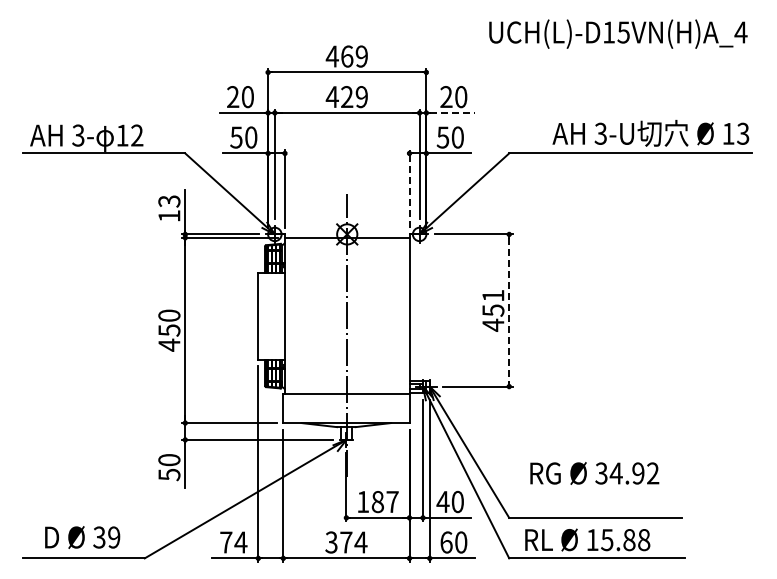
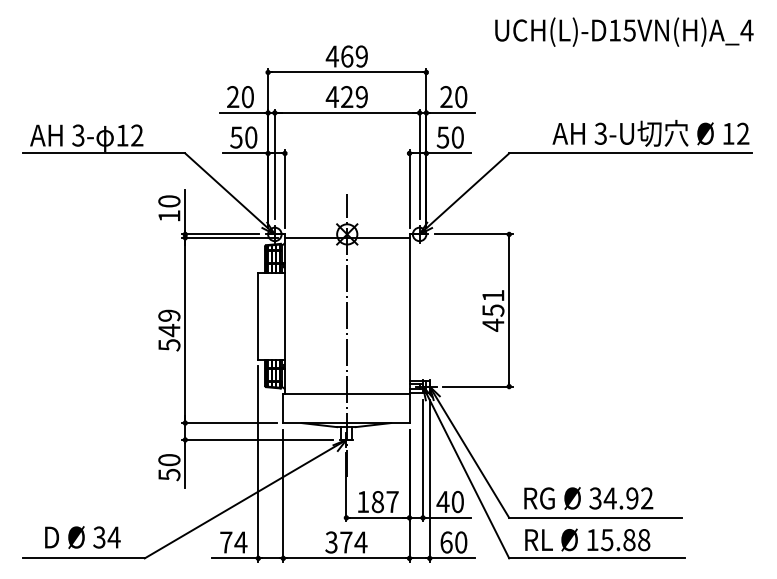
text at (618, 33) position: (618, 33) -> (624, 31)
line at (452, 112): dashed -> solid
text at (743, 133): 13 -> 12
line at (409, 188): dashed -> solid
text at (169, 201): 13 -> 10
line at (509, 310): dashed -> solid
text at (169, 330): 450 -> 549
text at (594, 473) position: (594, 473) -> (588, 498)
text at (113, 537): 39 -> 34
